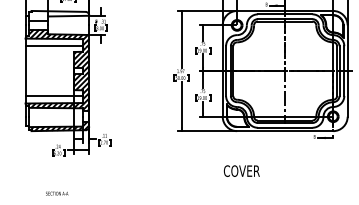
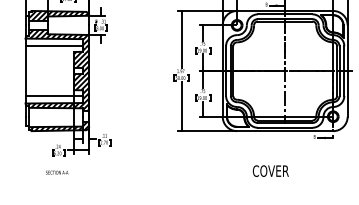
hatch at (58, 16): none -> present
text at (241, 170) position: (241, 170) -> (270, 170)
text at (57, 193) position: (57, 193) -> (57, 172)
